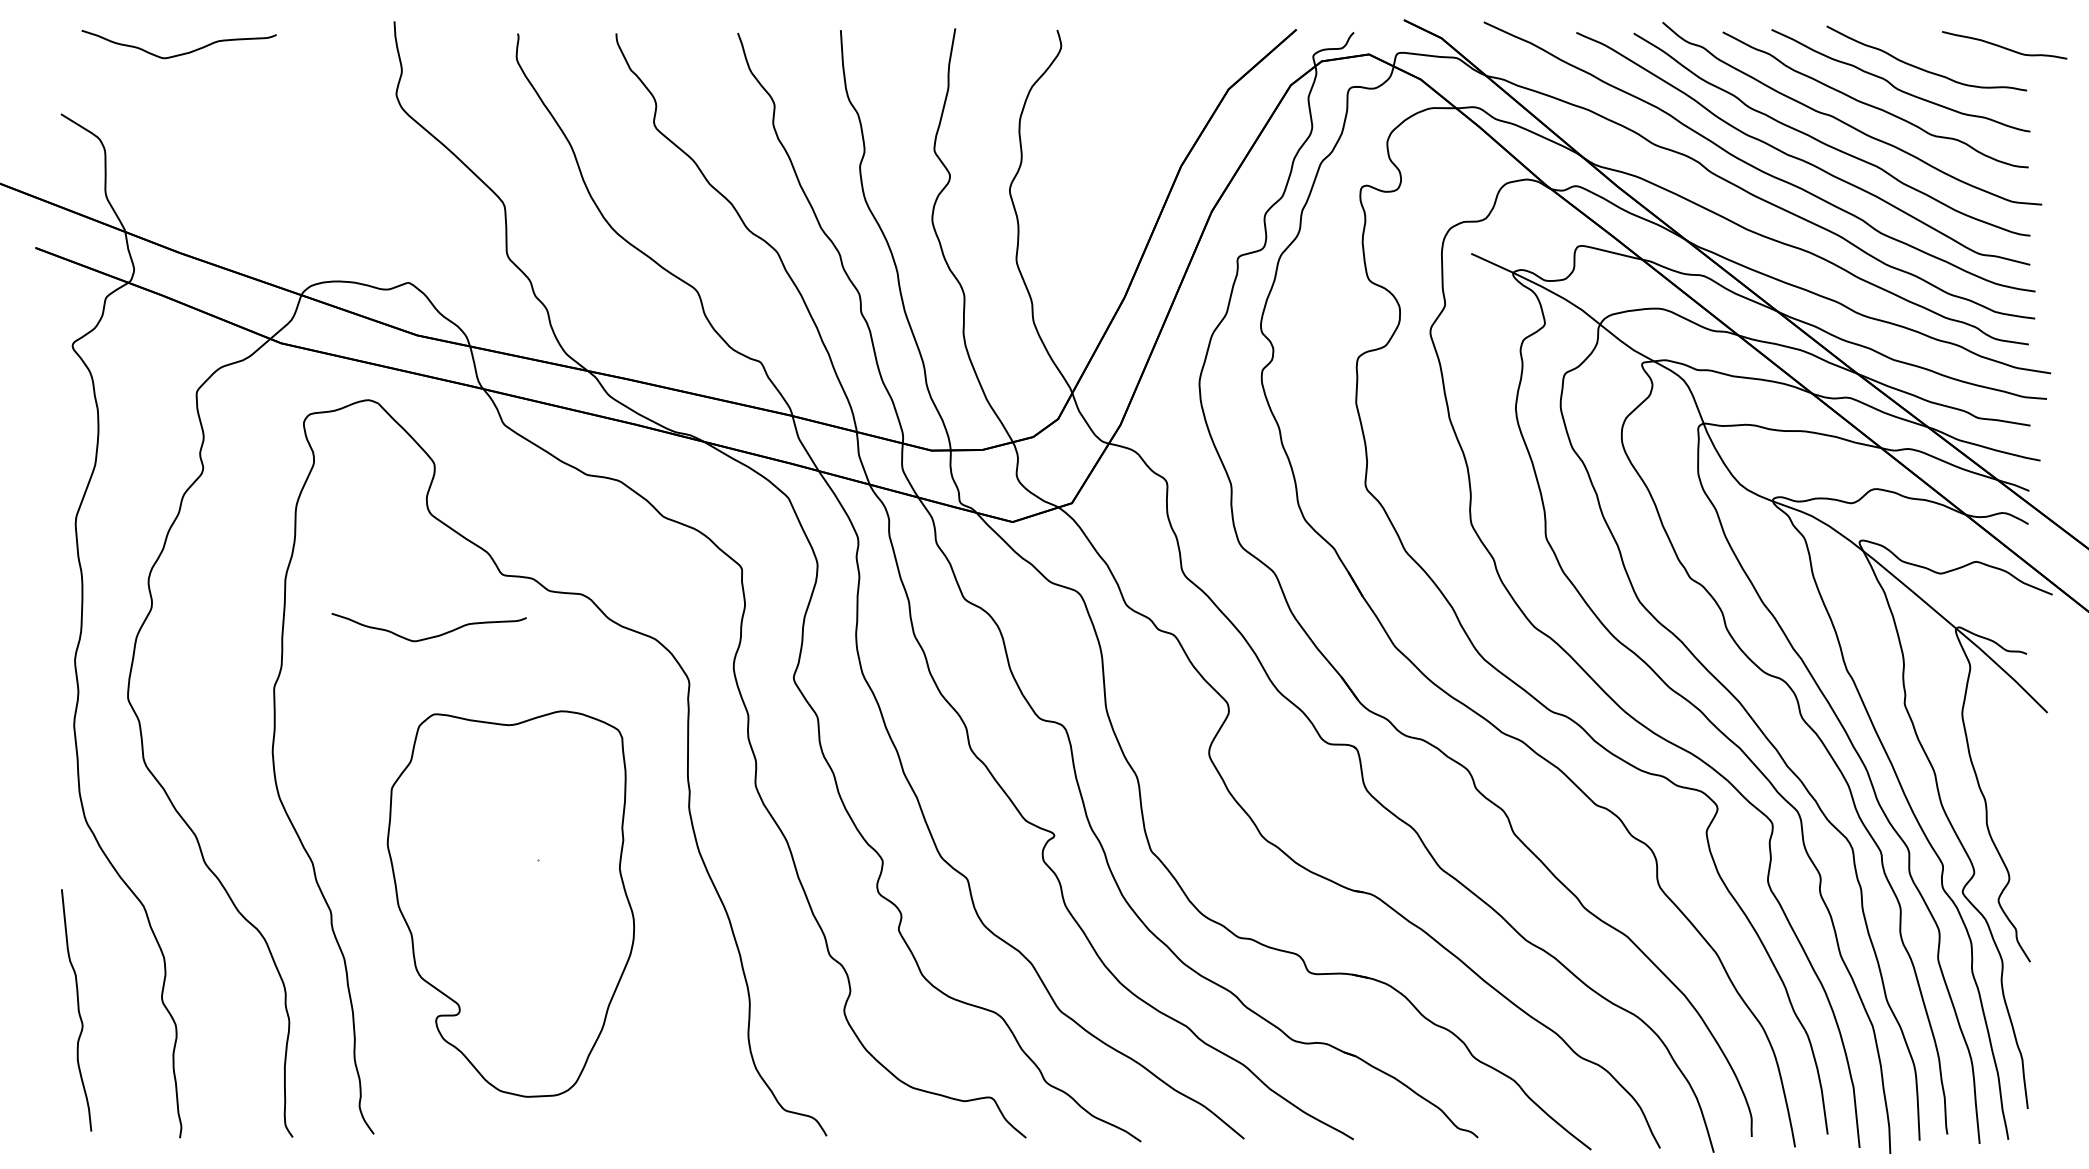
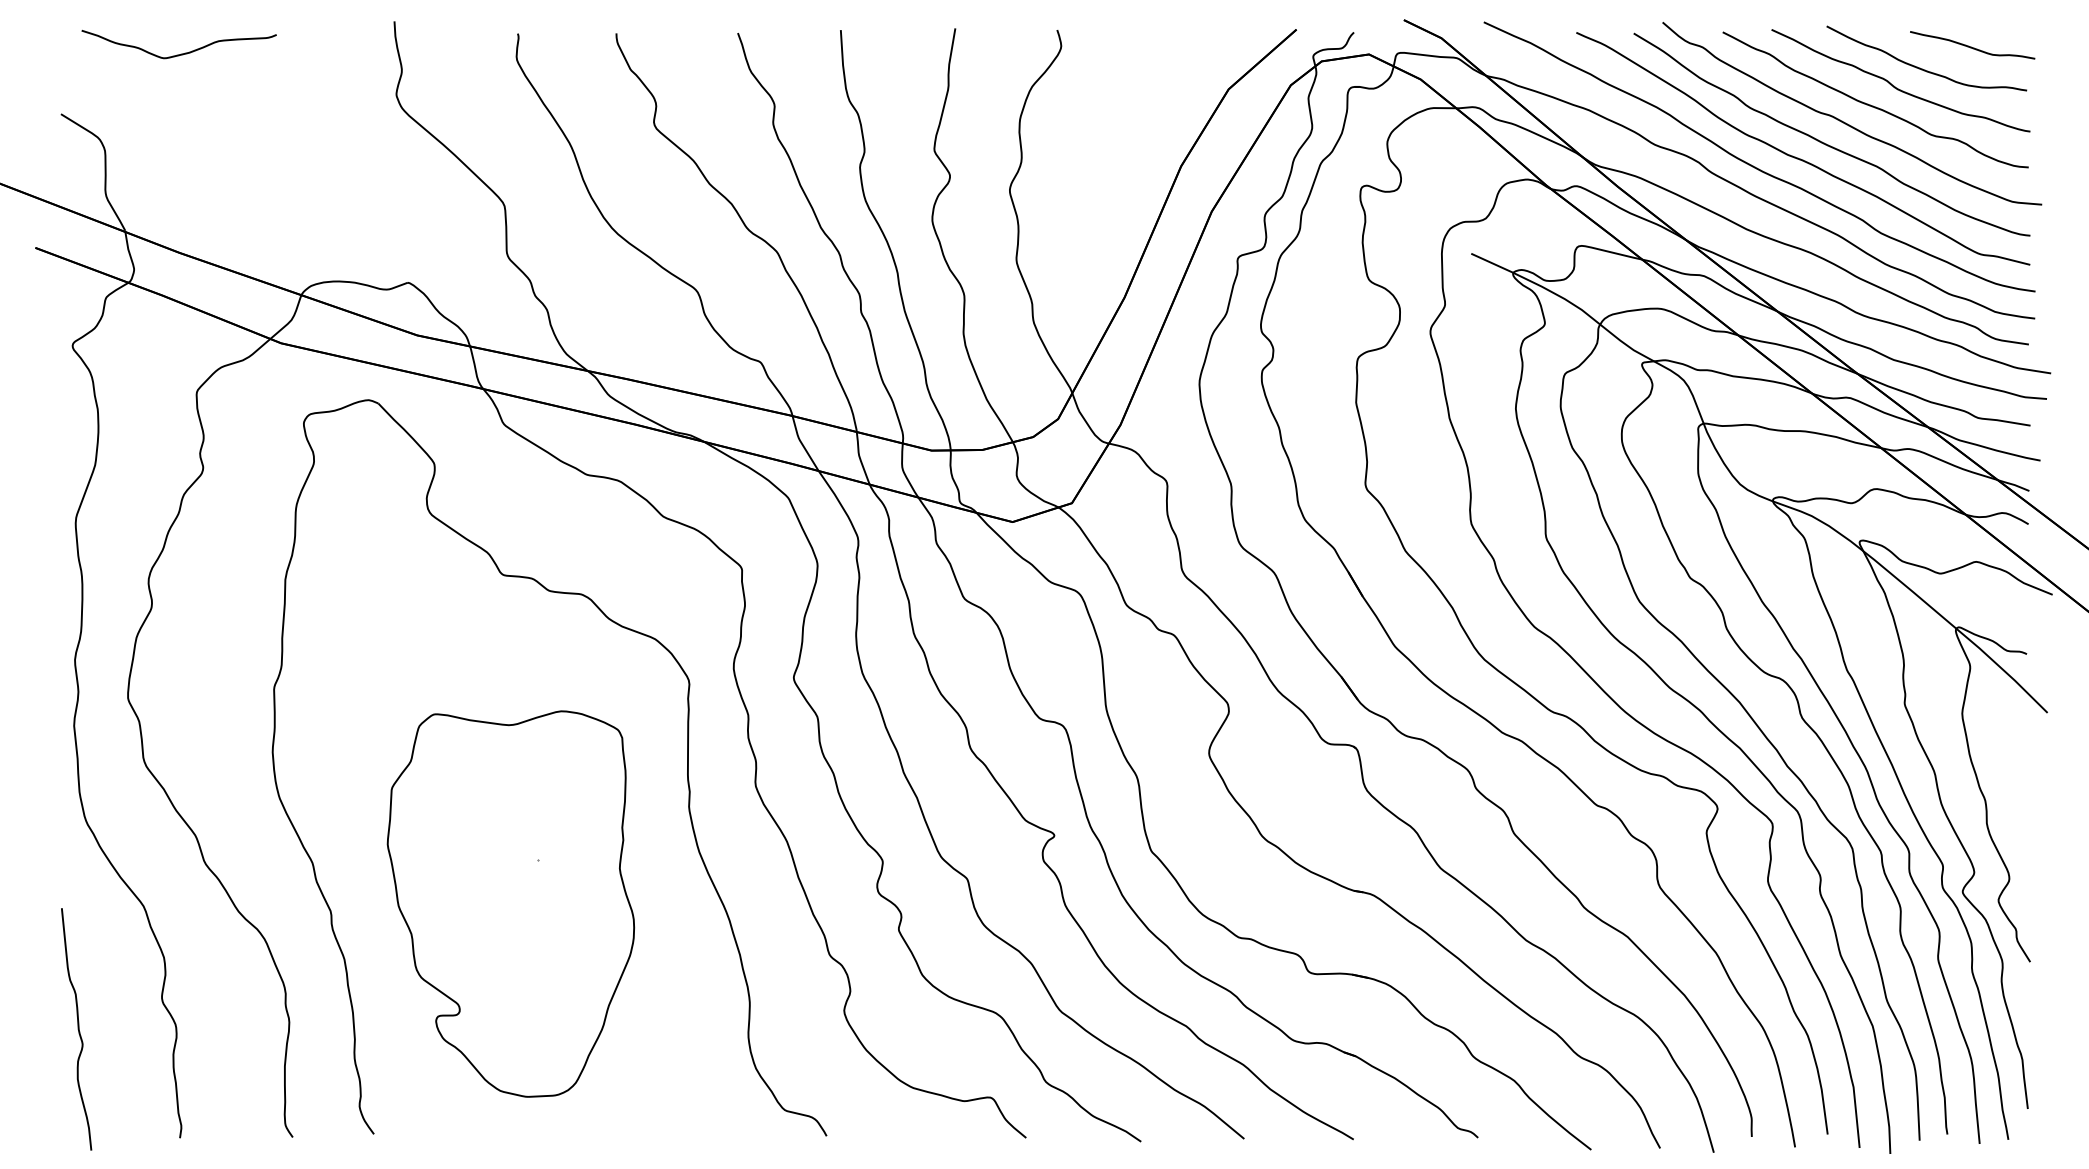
curve at (2003, 46) position: (2003, 46) -> (1971, 46)
curve at (431, 636): present -> none
curve at (77, 1010) position: (77, 1010) -> (77, 1029)
